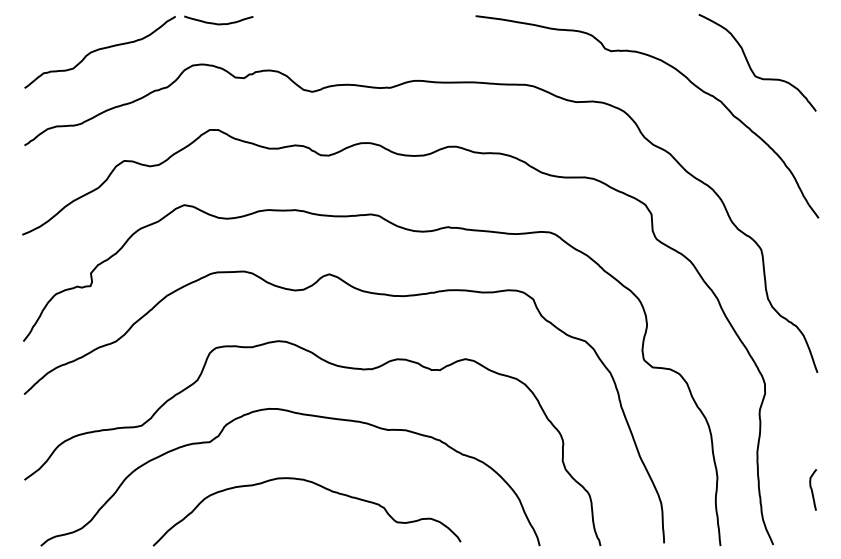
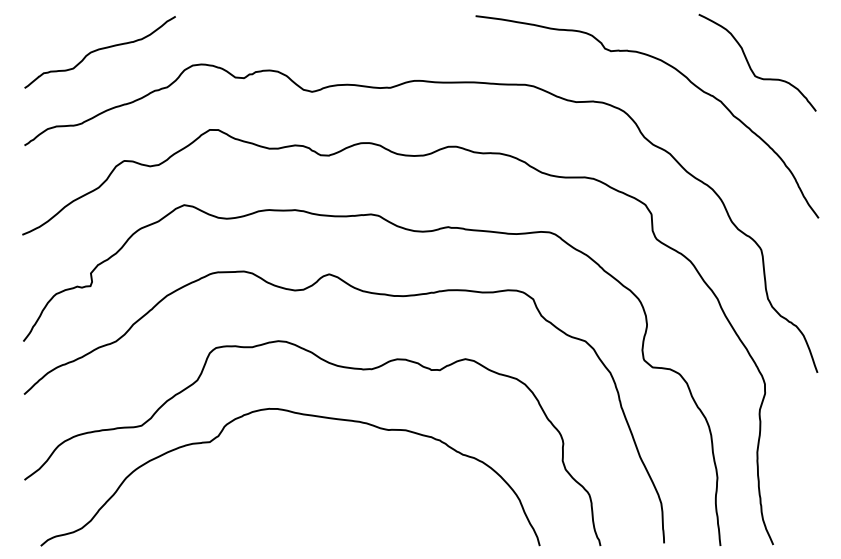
curve at (218, 23): present -> none
curve at (316, 485): present -> none
curve at (812, 489): present -> none
